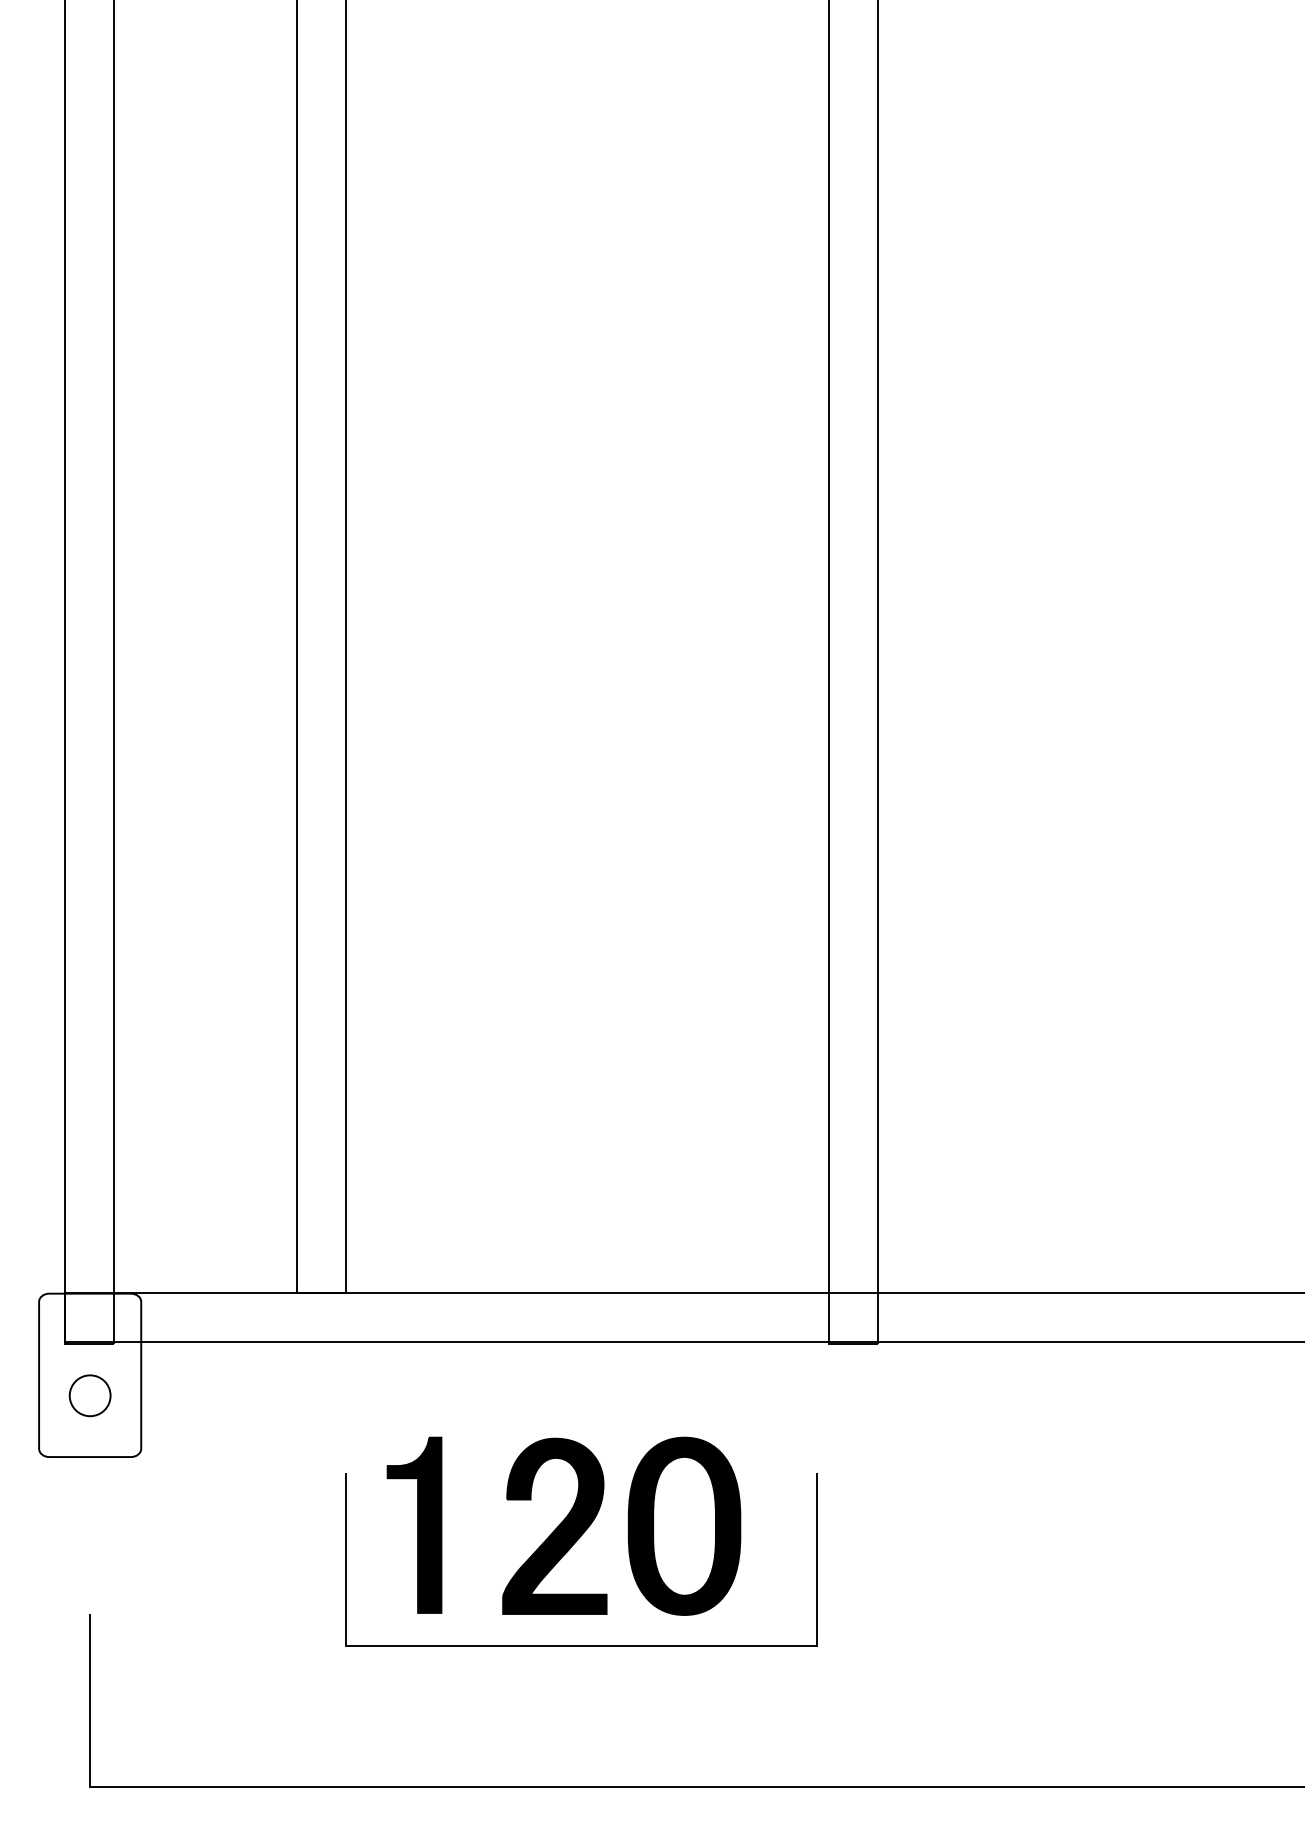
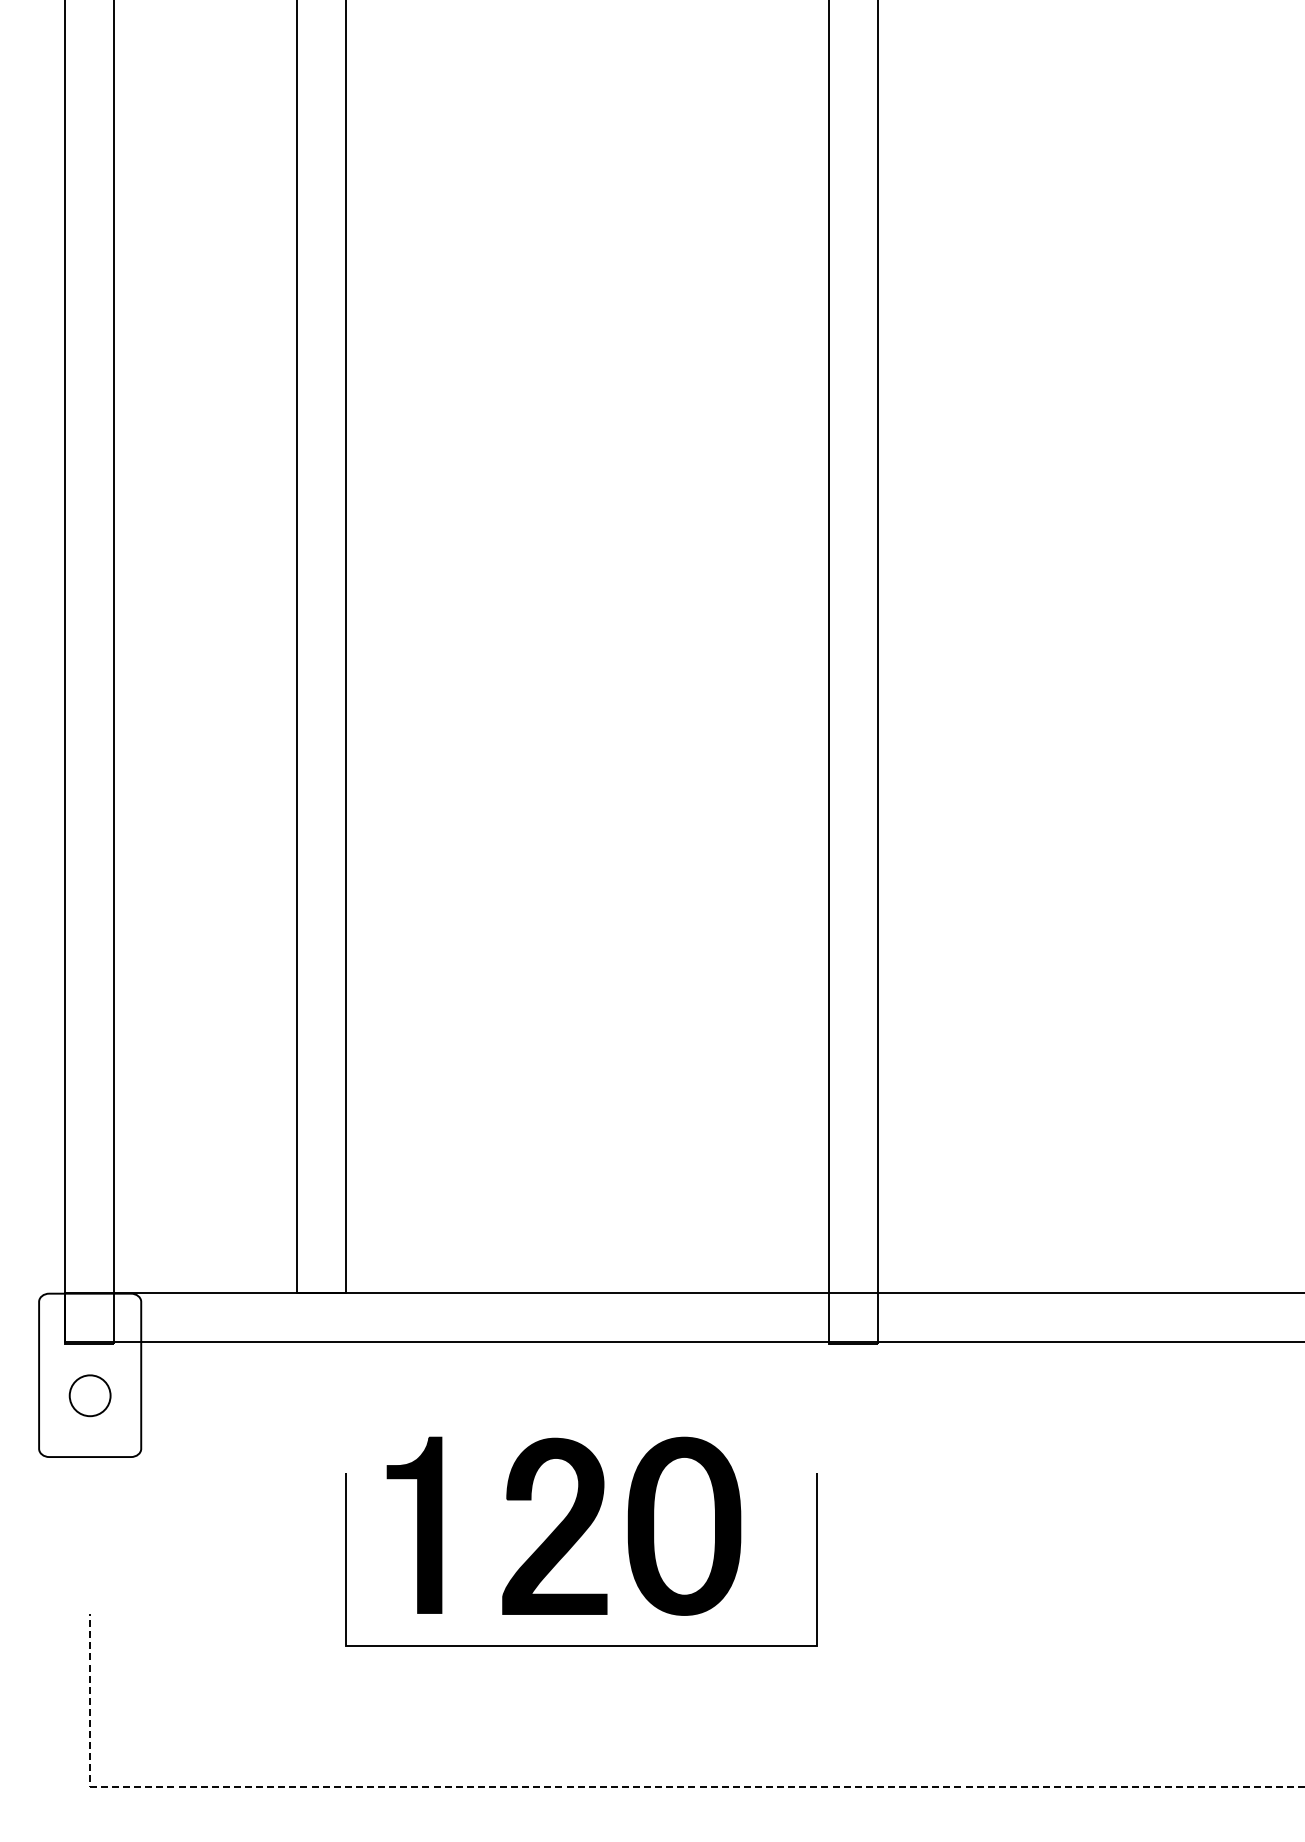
line at (610, 1786): solid -> dashed
